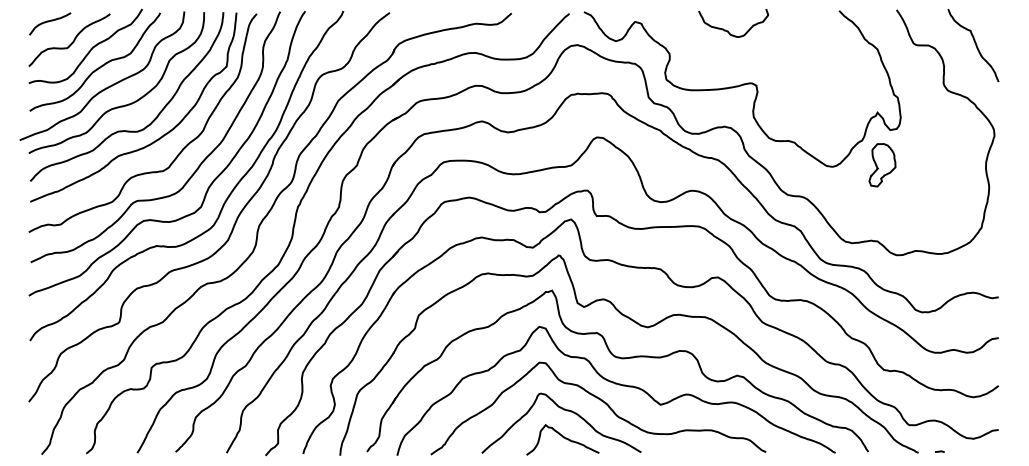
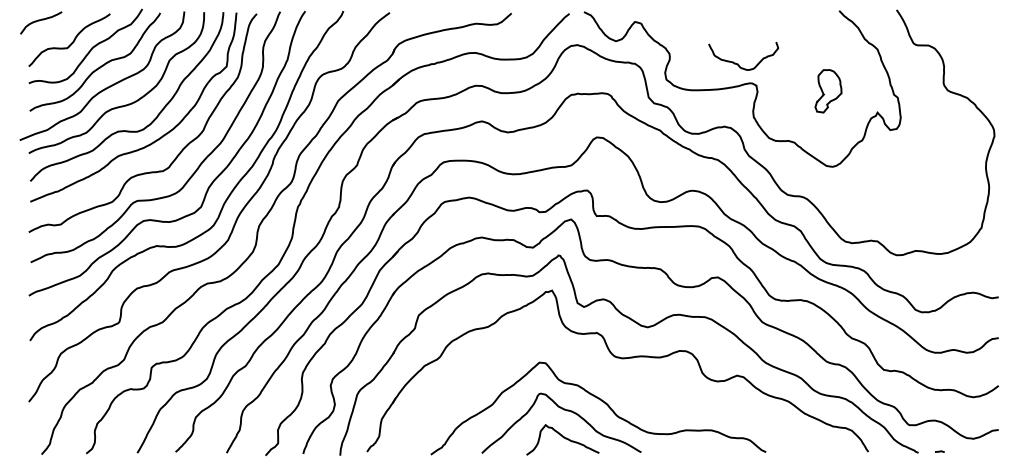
curve at (50, 21) position: (50, 21) -> (41, 20)
curve at (728, 30) position: (728, 30) -> (738, 63)
curve at (975, 45): present -> none
part at (882, 165) position: (882, 165) -> (828, 91)
curve at (618, 385): present -> none
